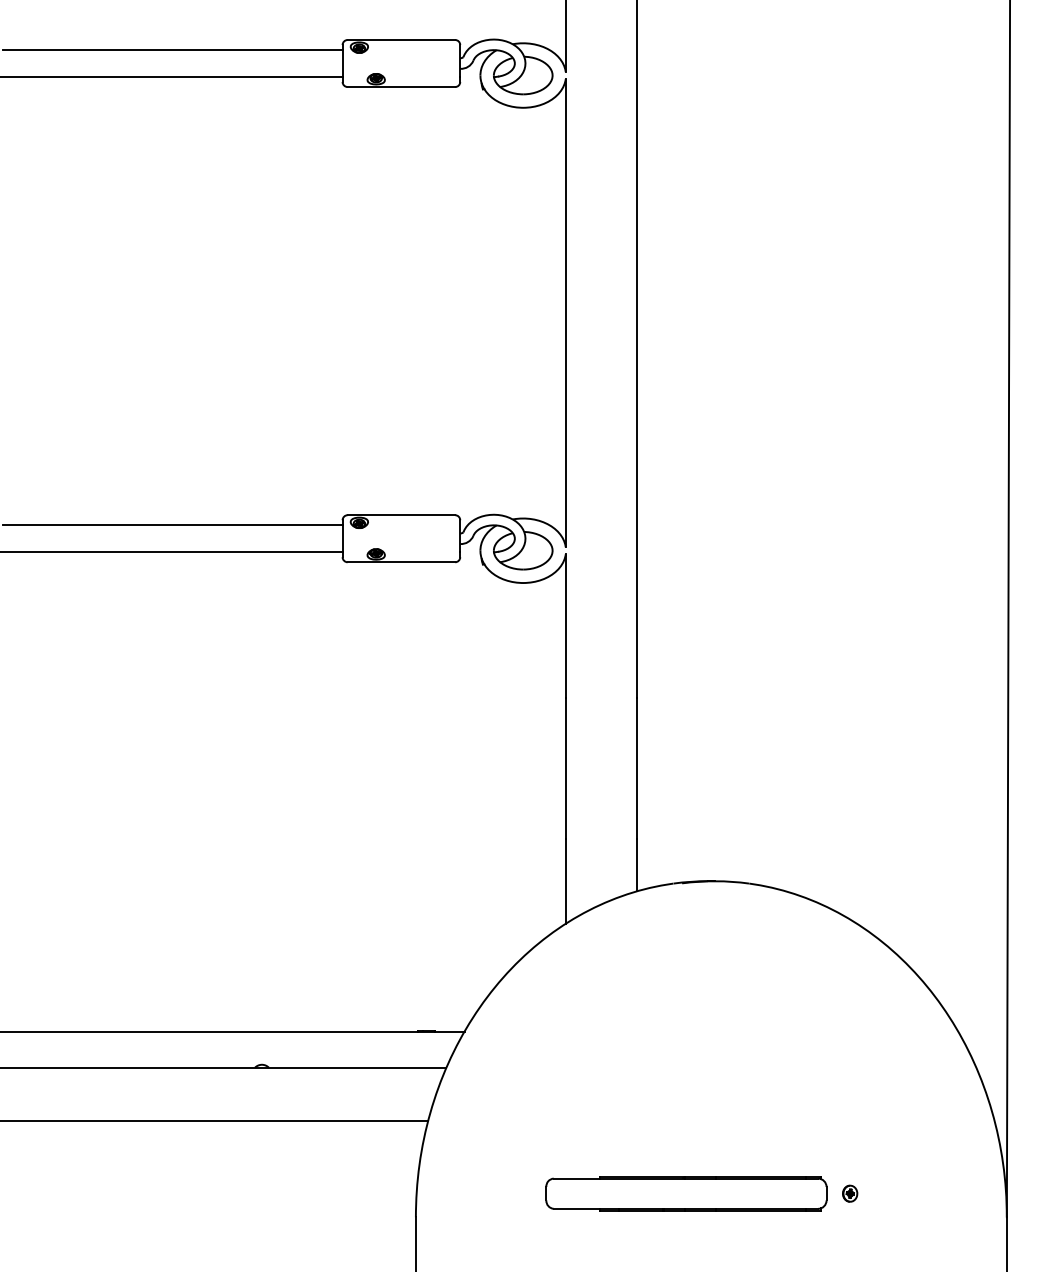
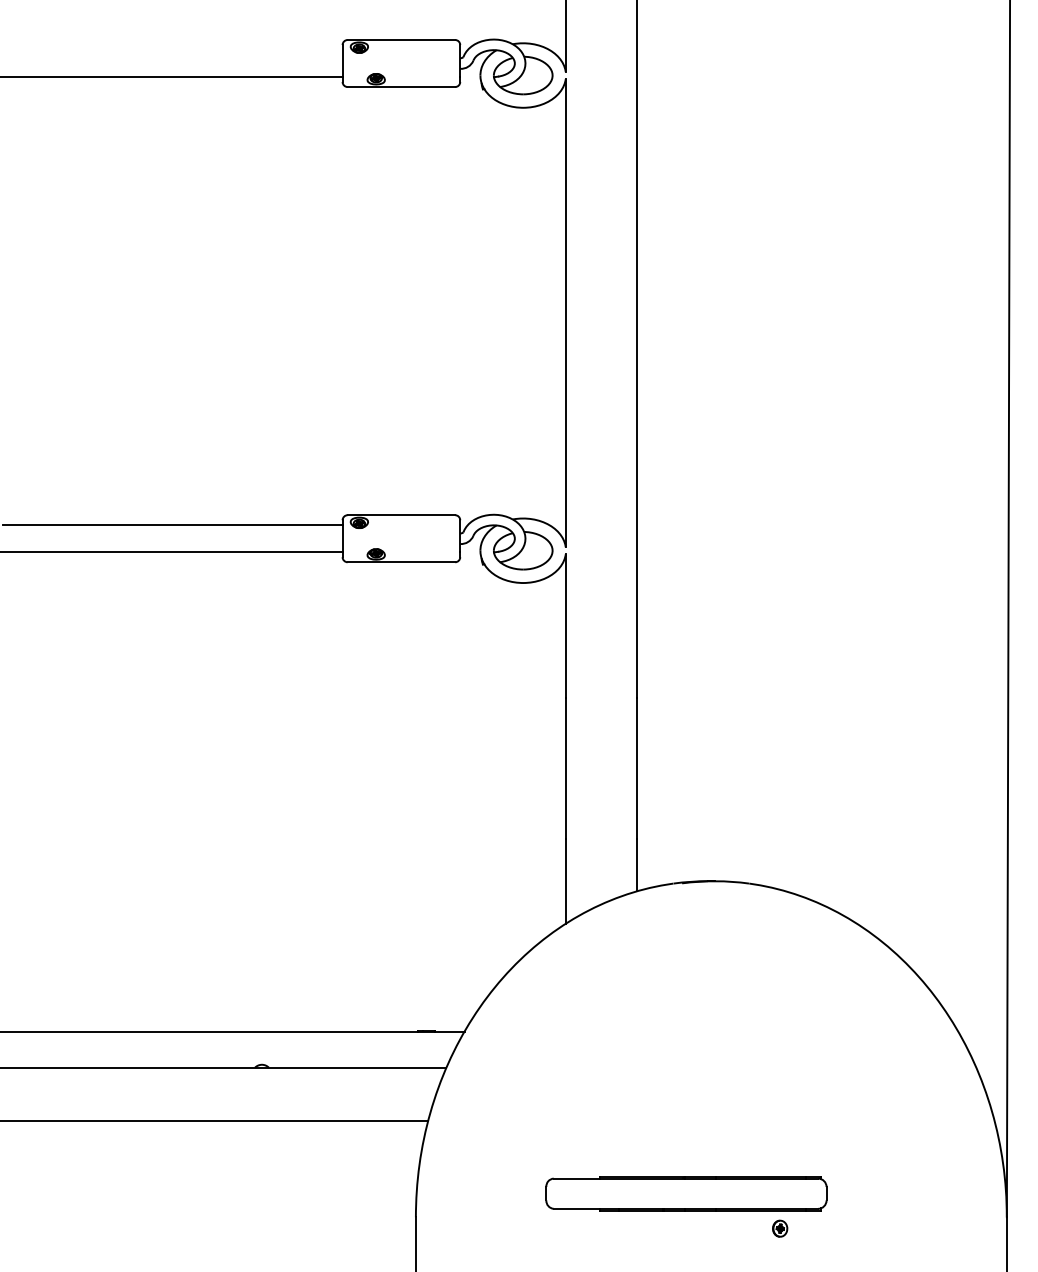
line at (172, 50): present -> none
part at (850, 1193) position: (850, 1193) -> (780, 1228)
